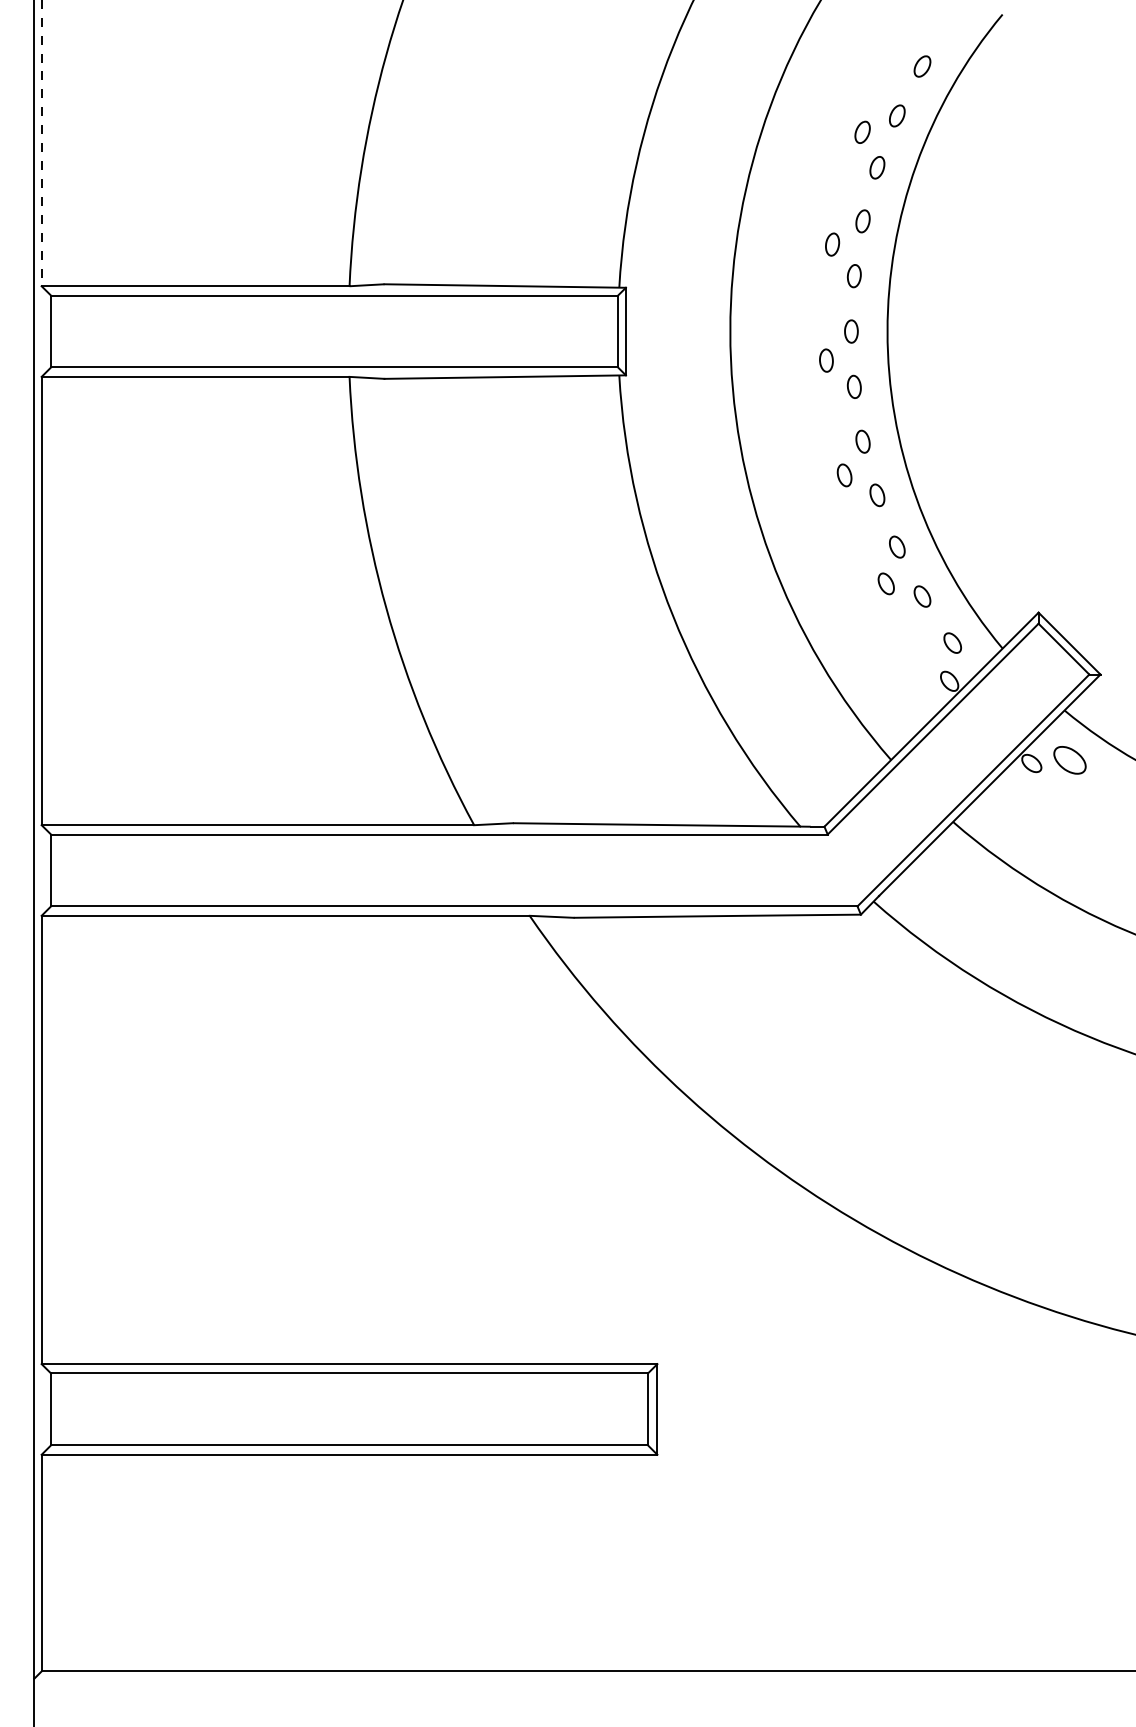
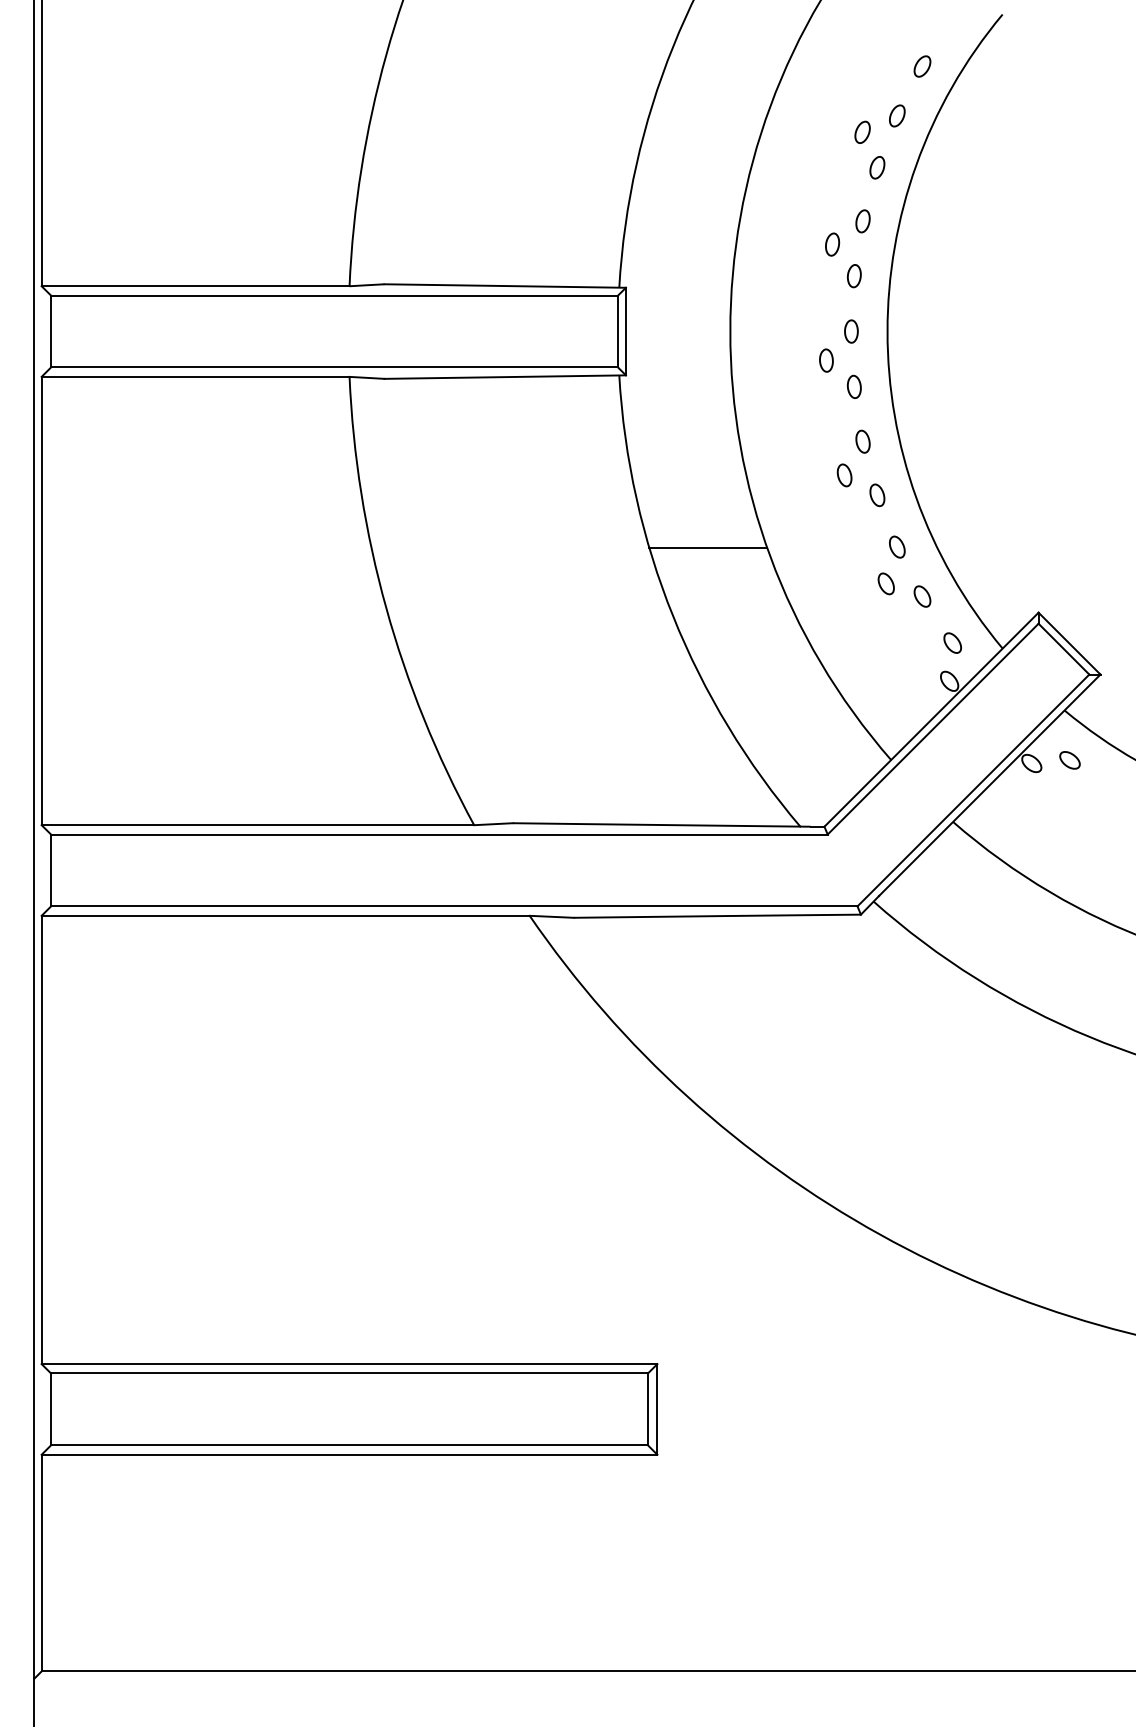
line at (41, 143): dashed -> solid
line at (708, 548): none -> present
part at (1069, 760) size: 34x29 px -> 22x19 px
